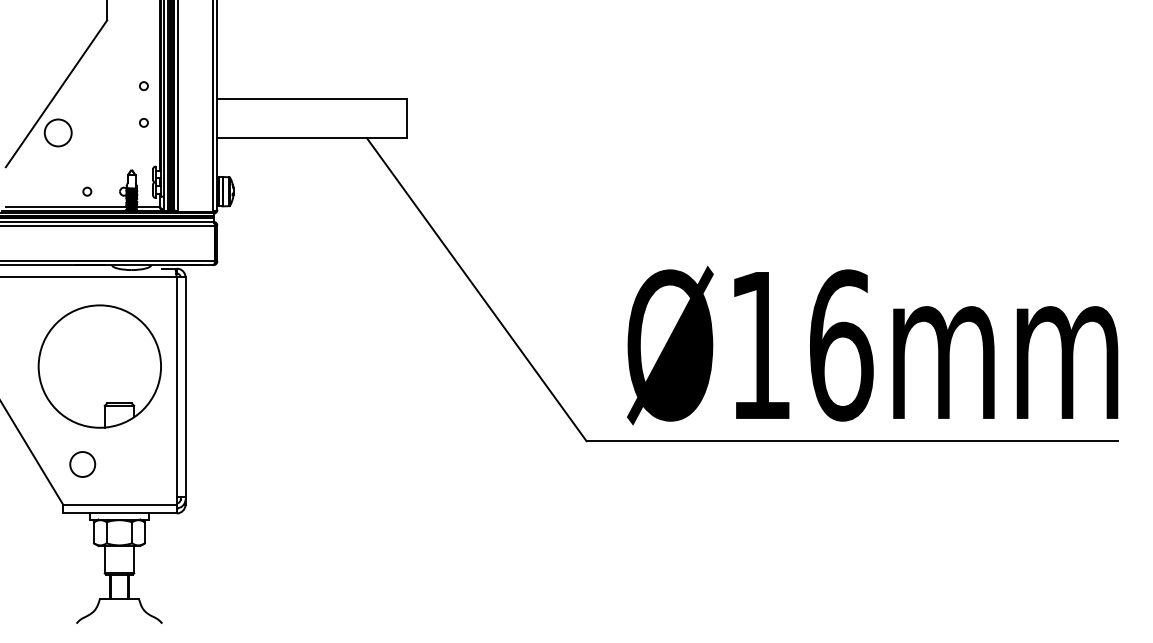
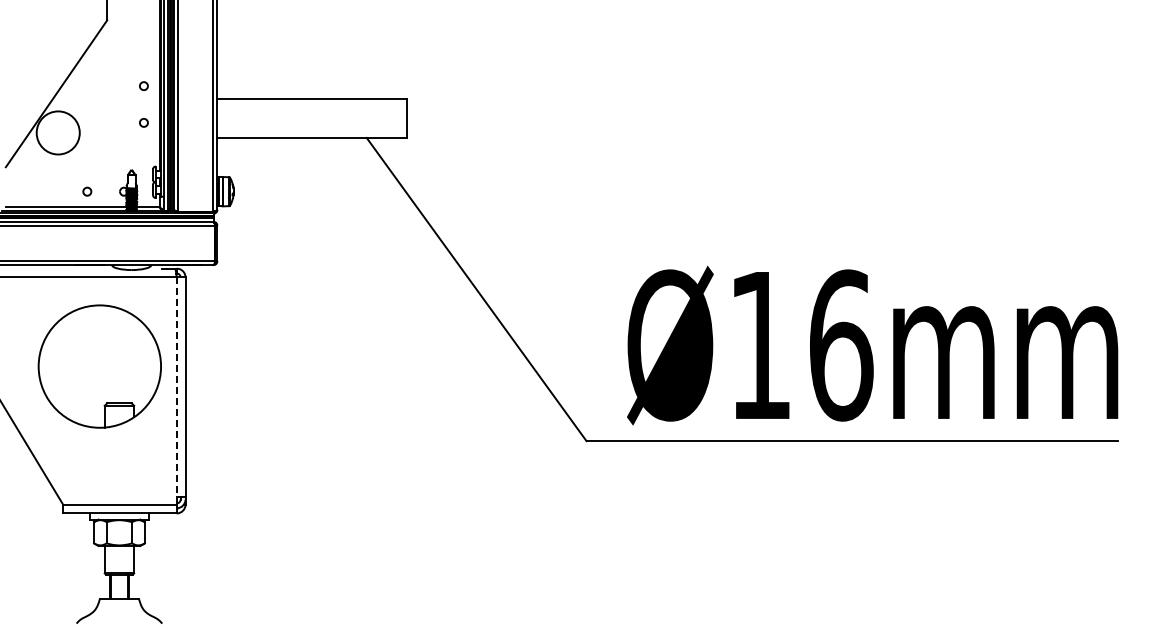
circle at (57, 132) diameter: 27 px -> 43 px
line at (176, 387): solid -> dashed
circle at (82, 464): present -> none
